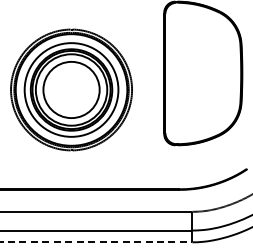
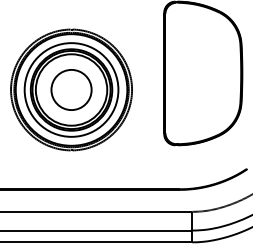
circle at (71, 89) diameter: 56 px -> 40 px
line at (96, 242): dashed -> solid
